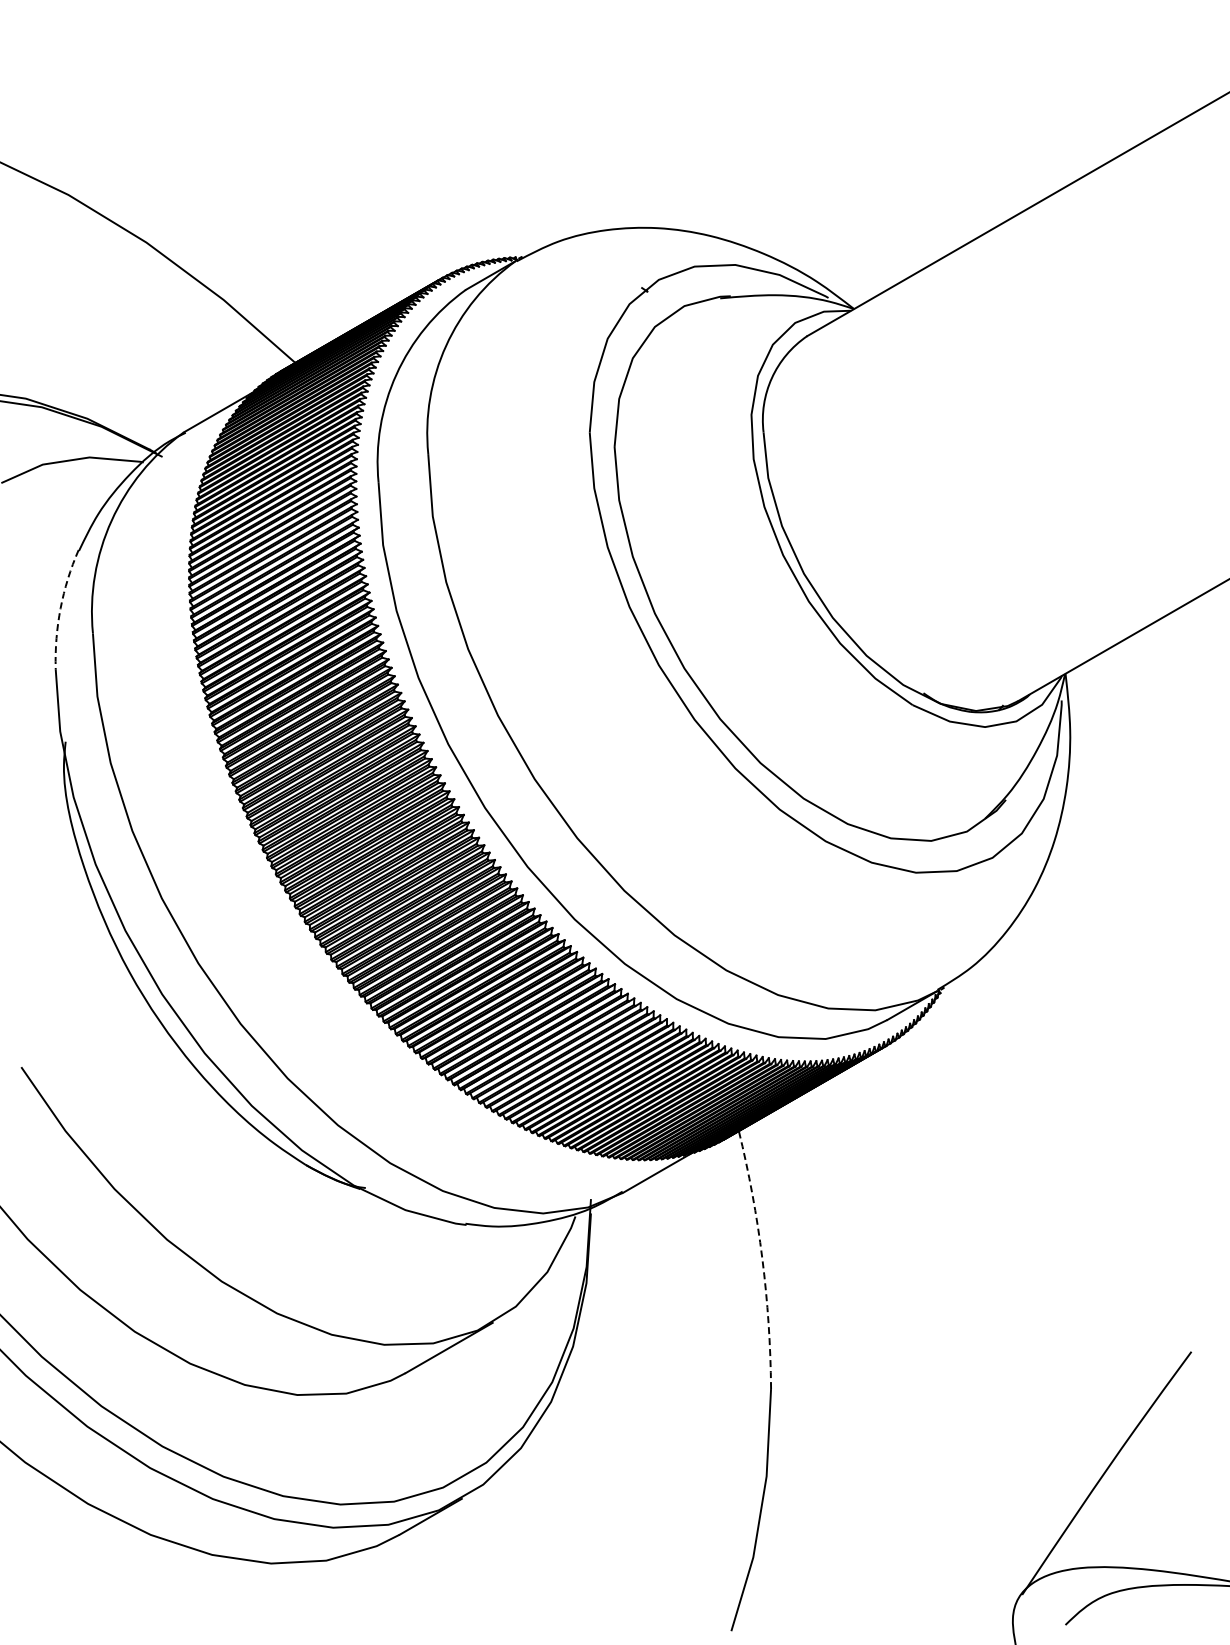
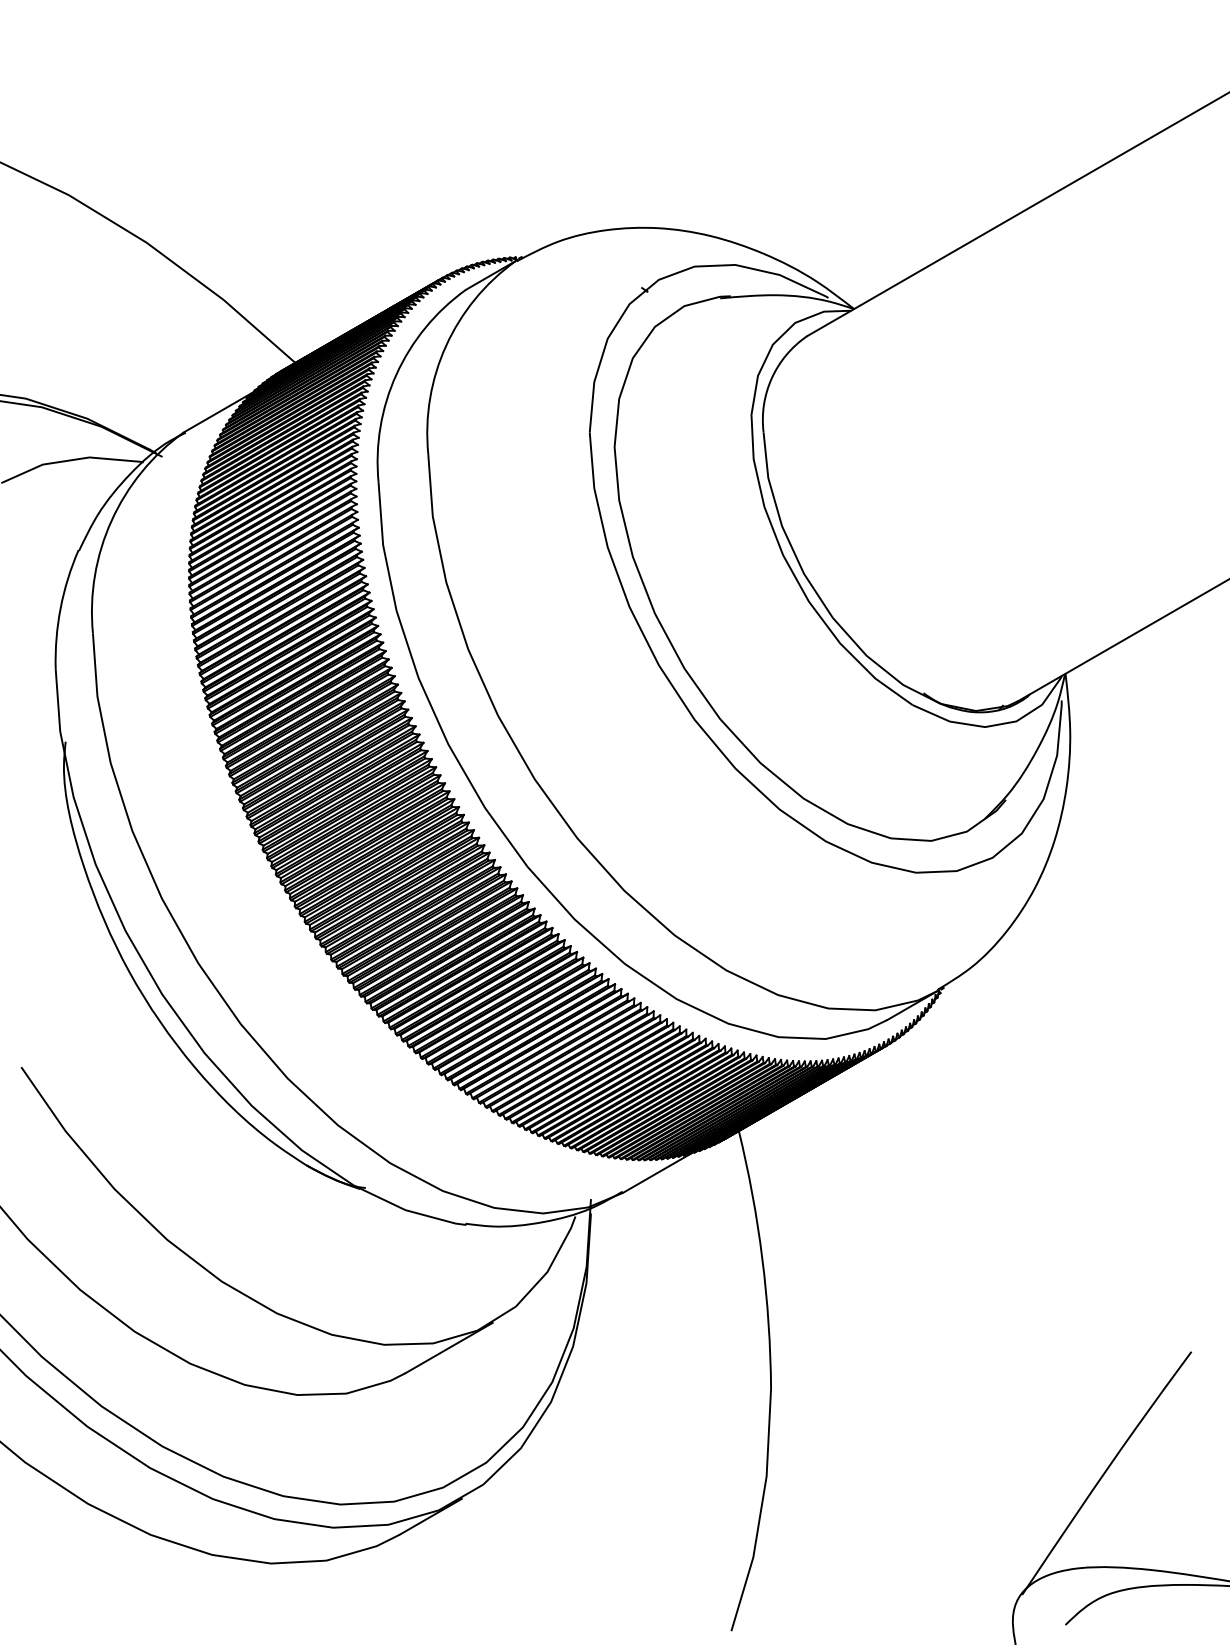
arc at (60, 608): dashed -> solid
arc at (762, 1258): dashed -> solid
